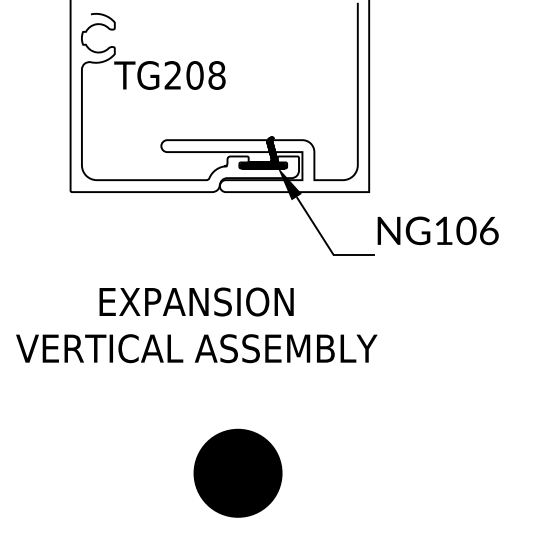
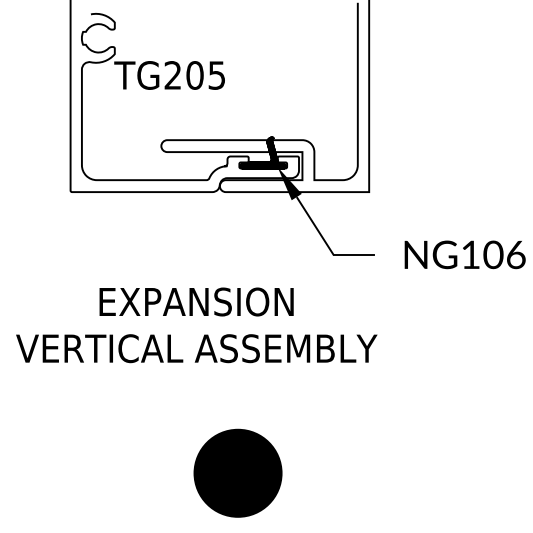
text at (216, 75): TG208 -> TG205
text at (437, 230) position: (437, 230) -> (464, 254)
